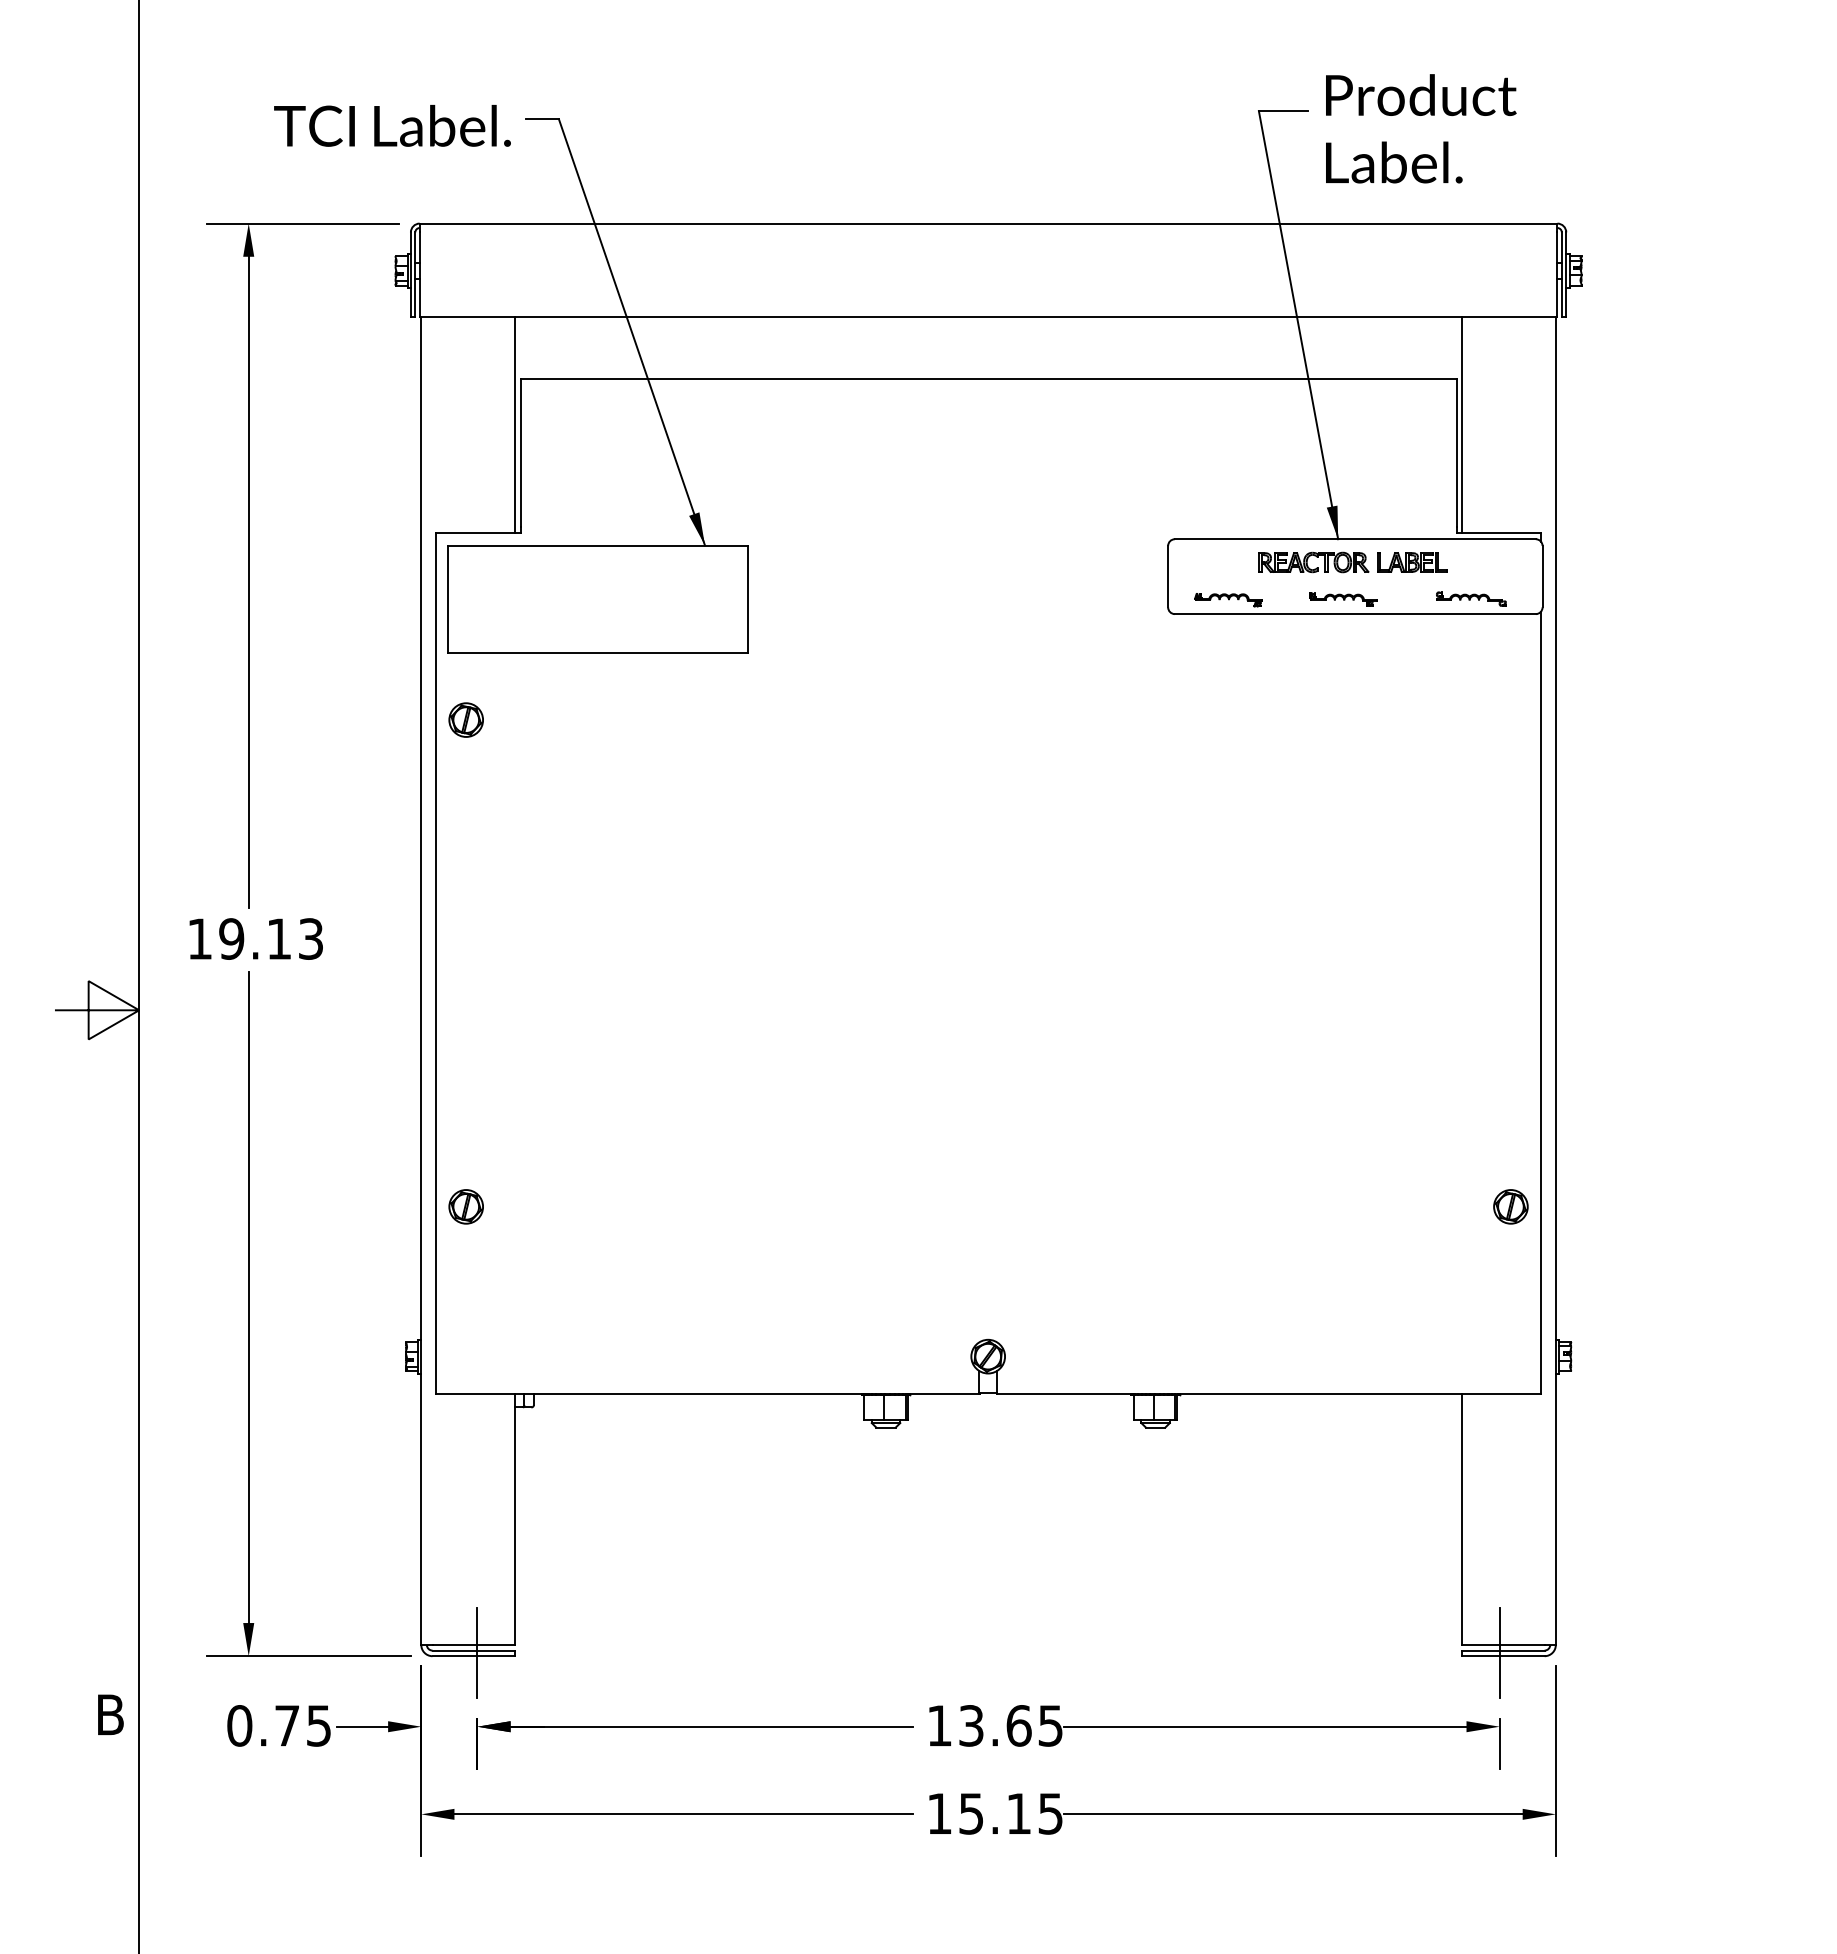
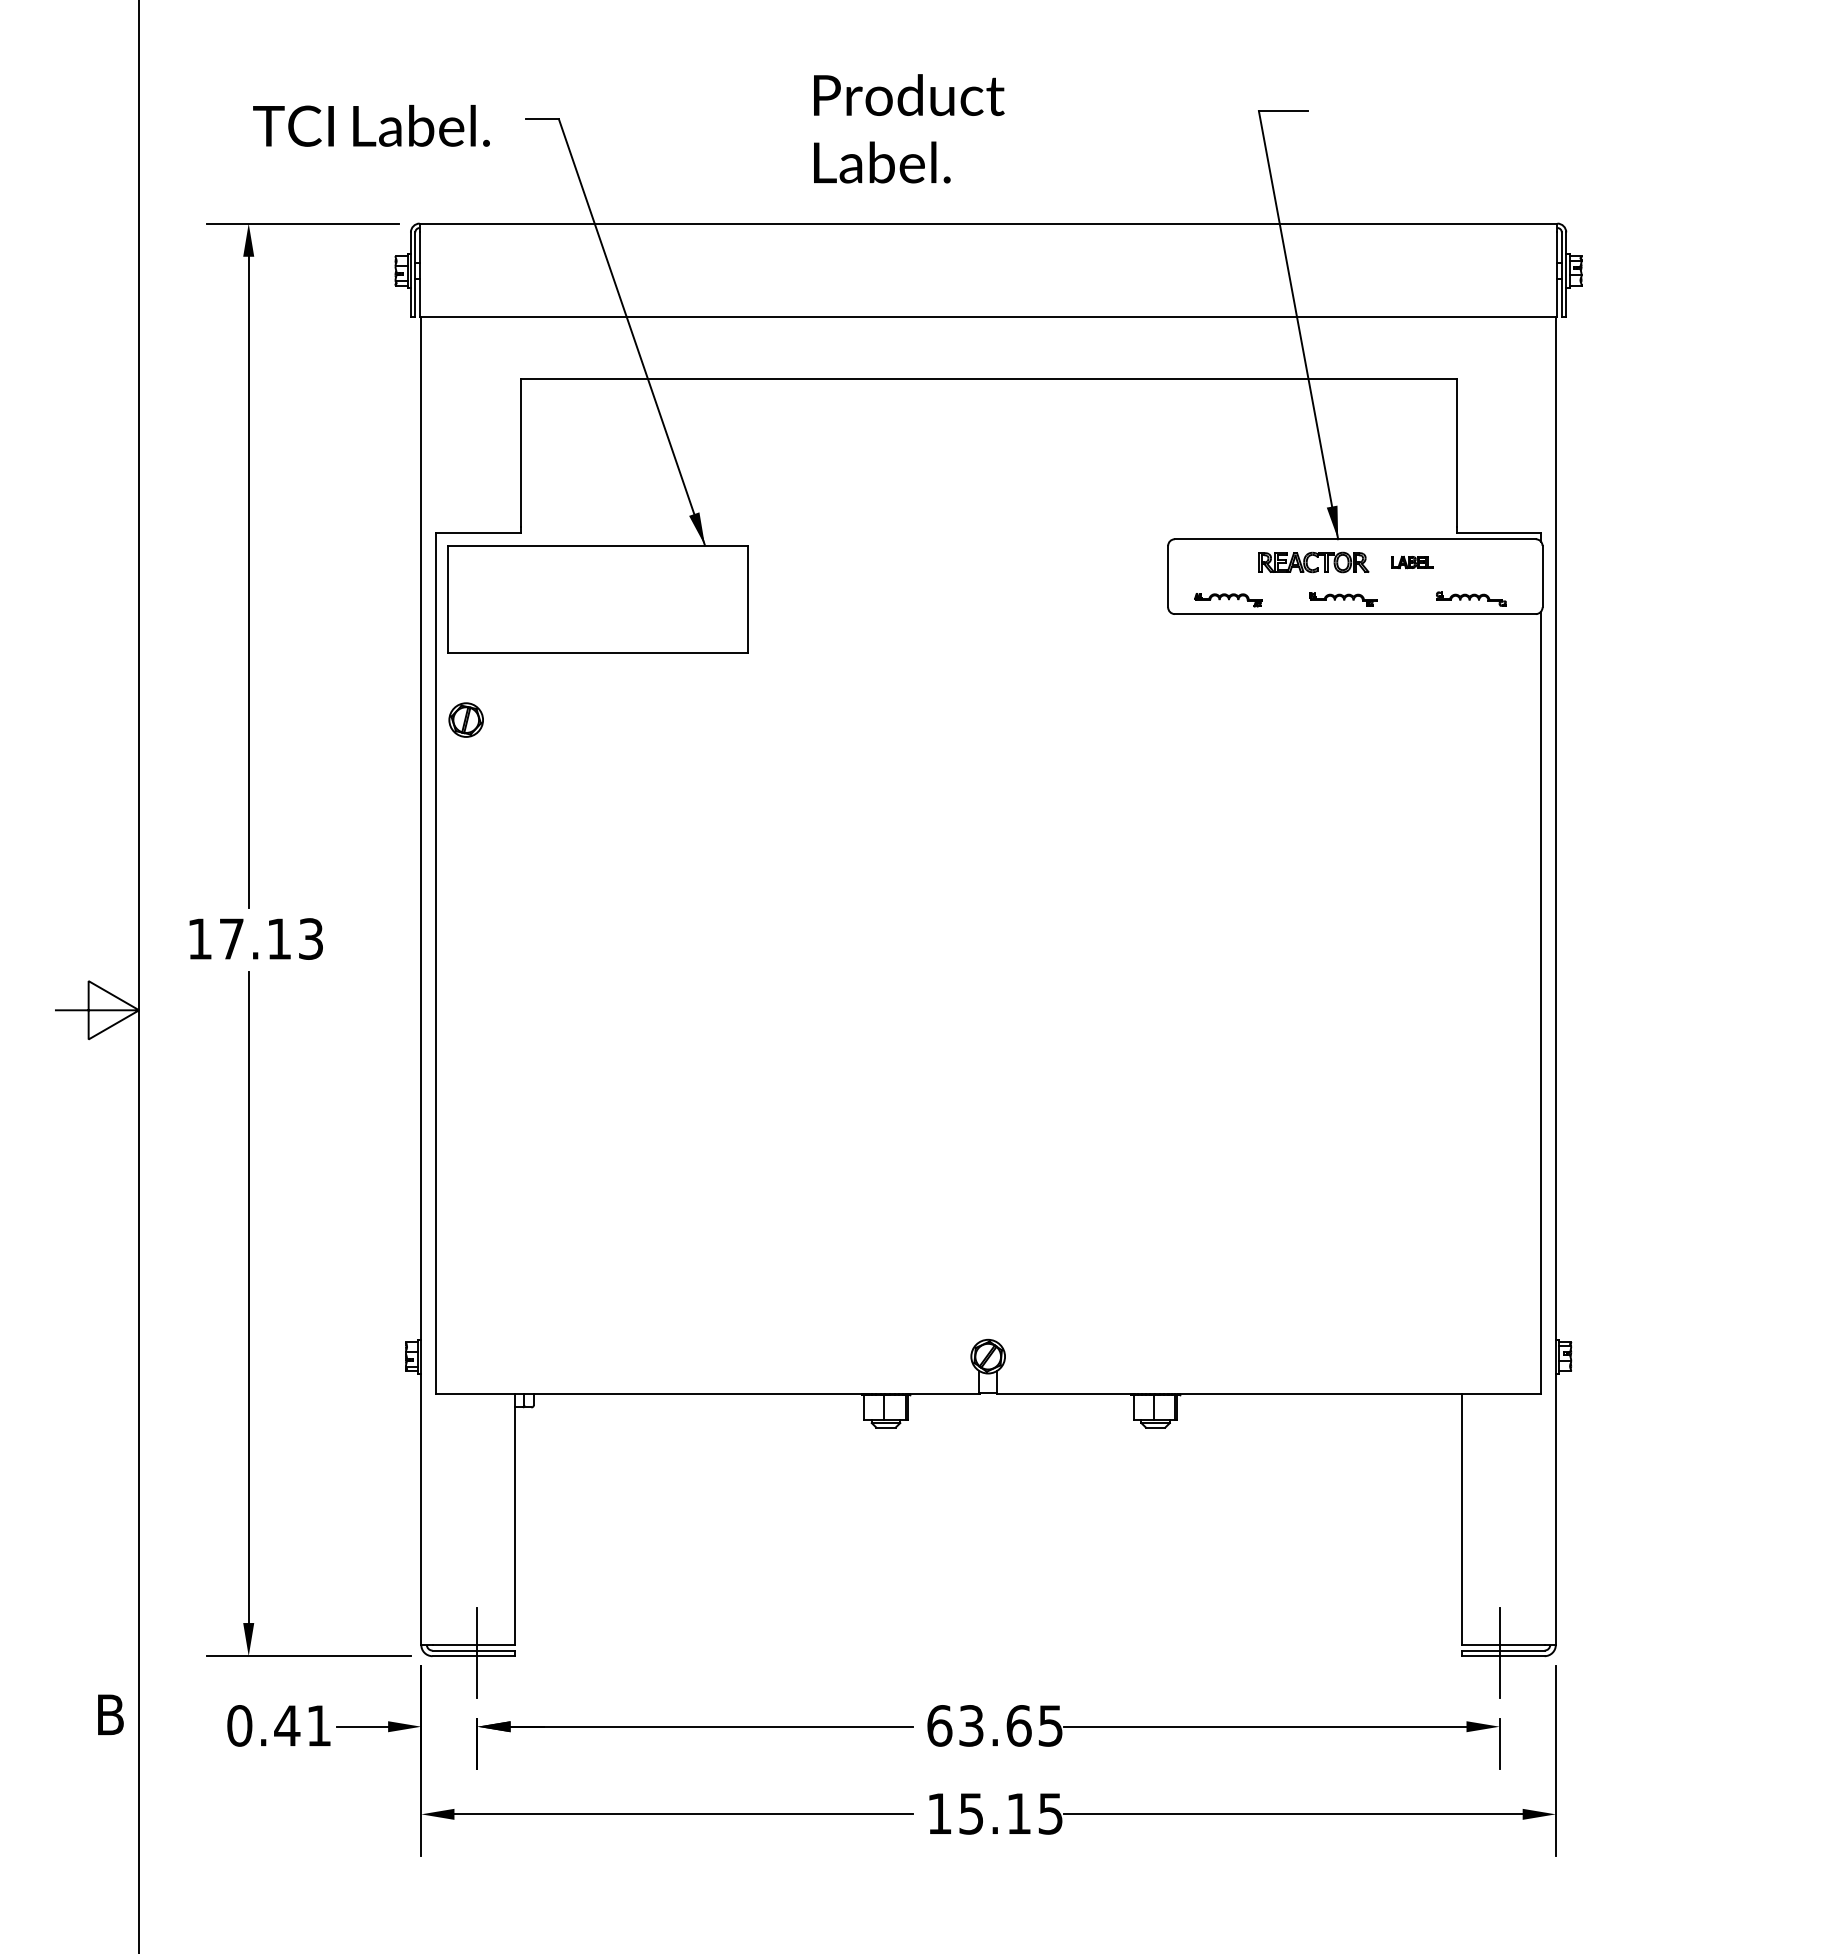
text at (392, 125) position: (392, 125) -> (371, 125)
text at (1421, 128) position: (1421, 128) -> (909, 128)
line at (514, 424): present -> none
line at (1462, 424): present -> none
part at (1412, 562) size: 71x21 px -> 43x15 px
text at (231, 938): 19.13 -> 17.13
part at (465, 1206): present -> none
part at (1510, 1206): present -> none
text at (302, 1725): 0.75 -> 0.41
text at (939, 1725): 13.65 -> 63.65
